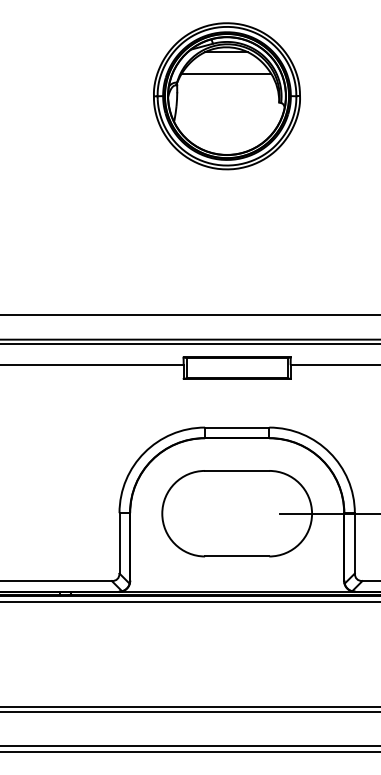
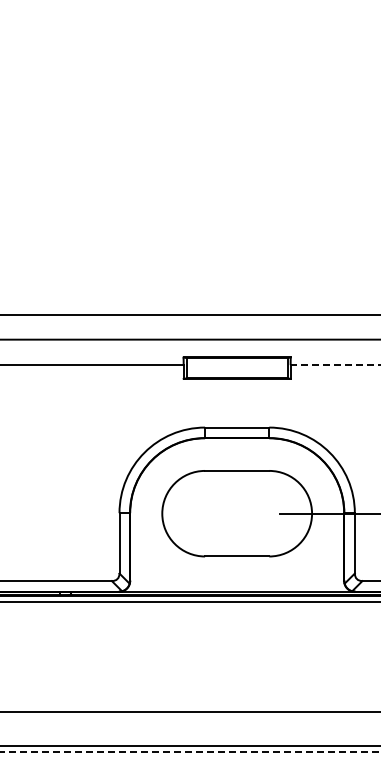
part at (226, 96): present -> none
line at (189, 344): present -> none
line at (335, 365): solid -> dashed
line at (189, 706): present -> none
line at (190, 751): solid -> dashed
